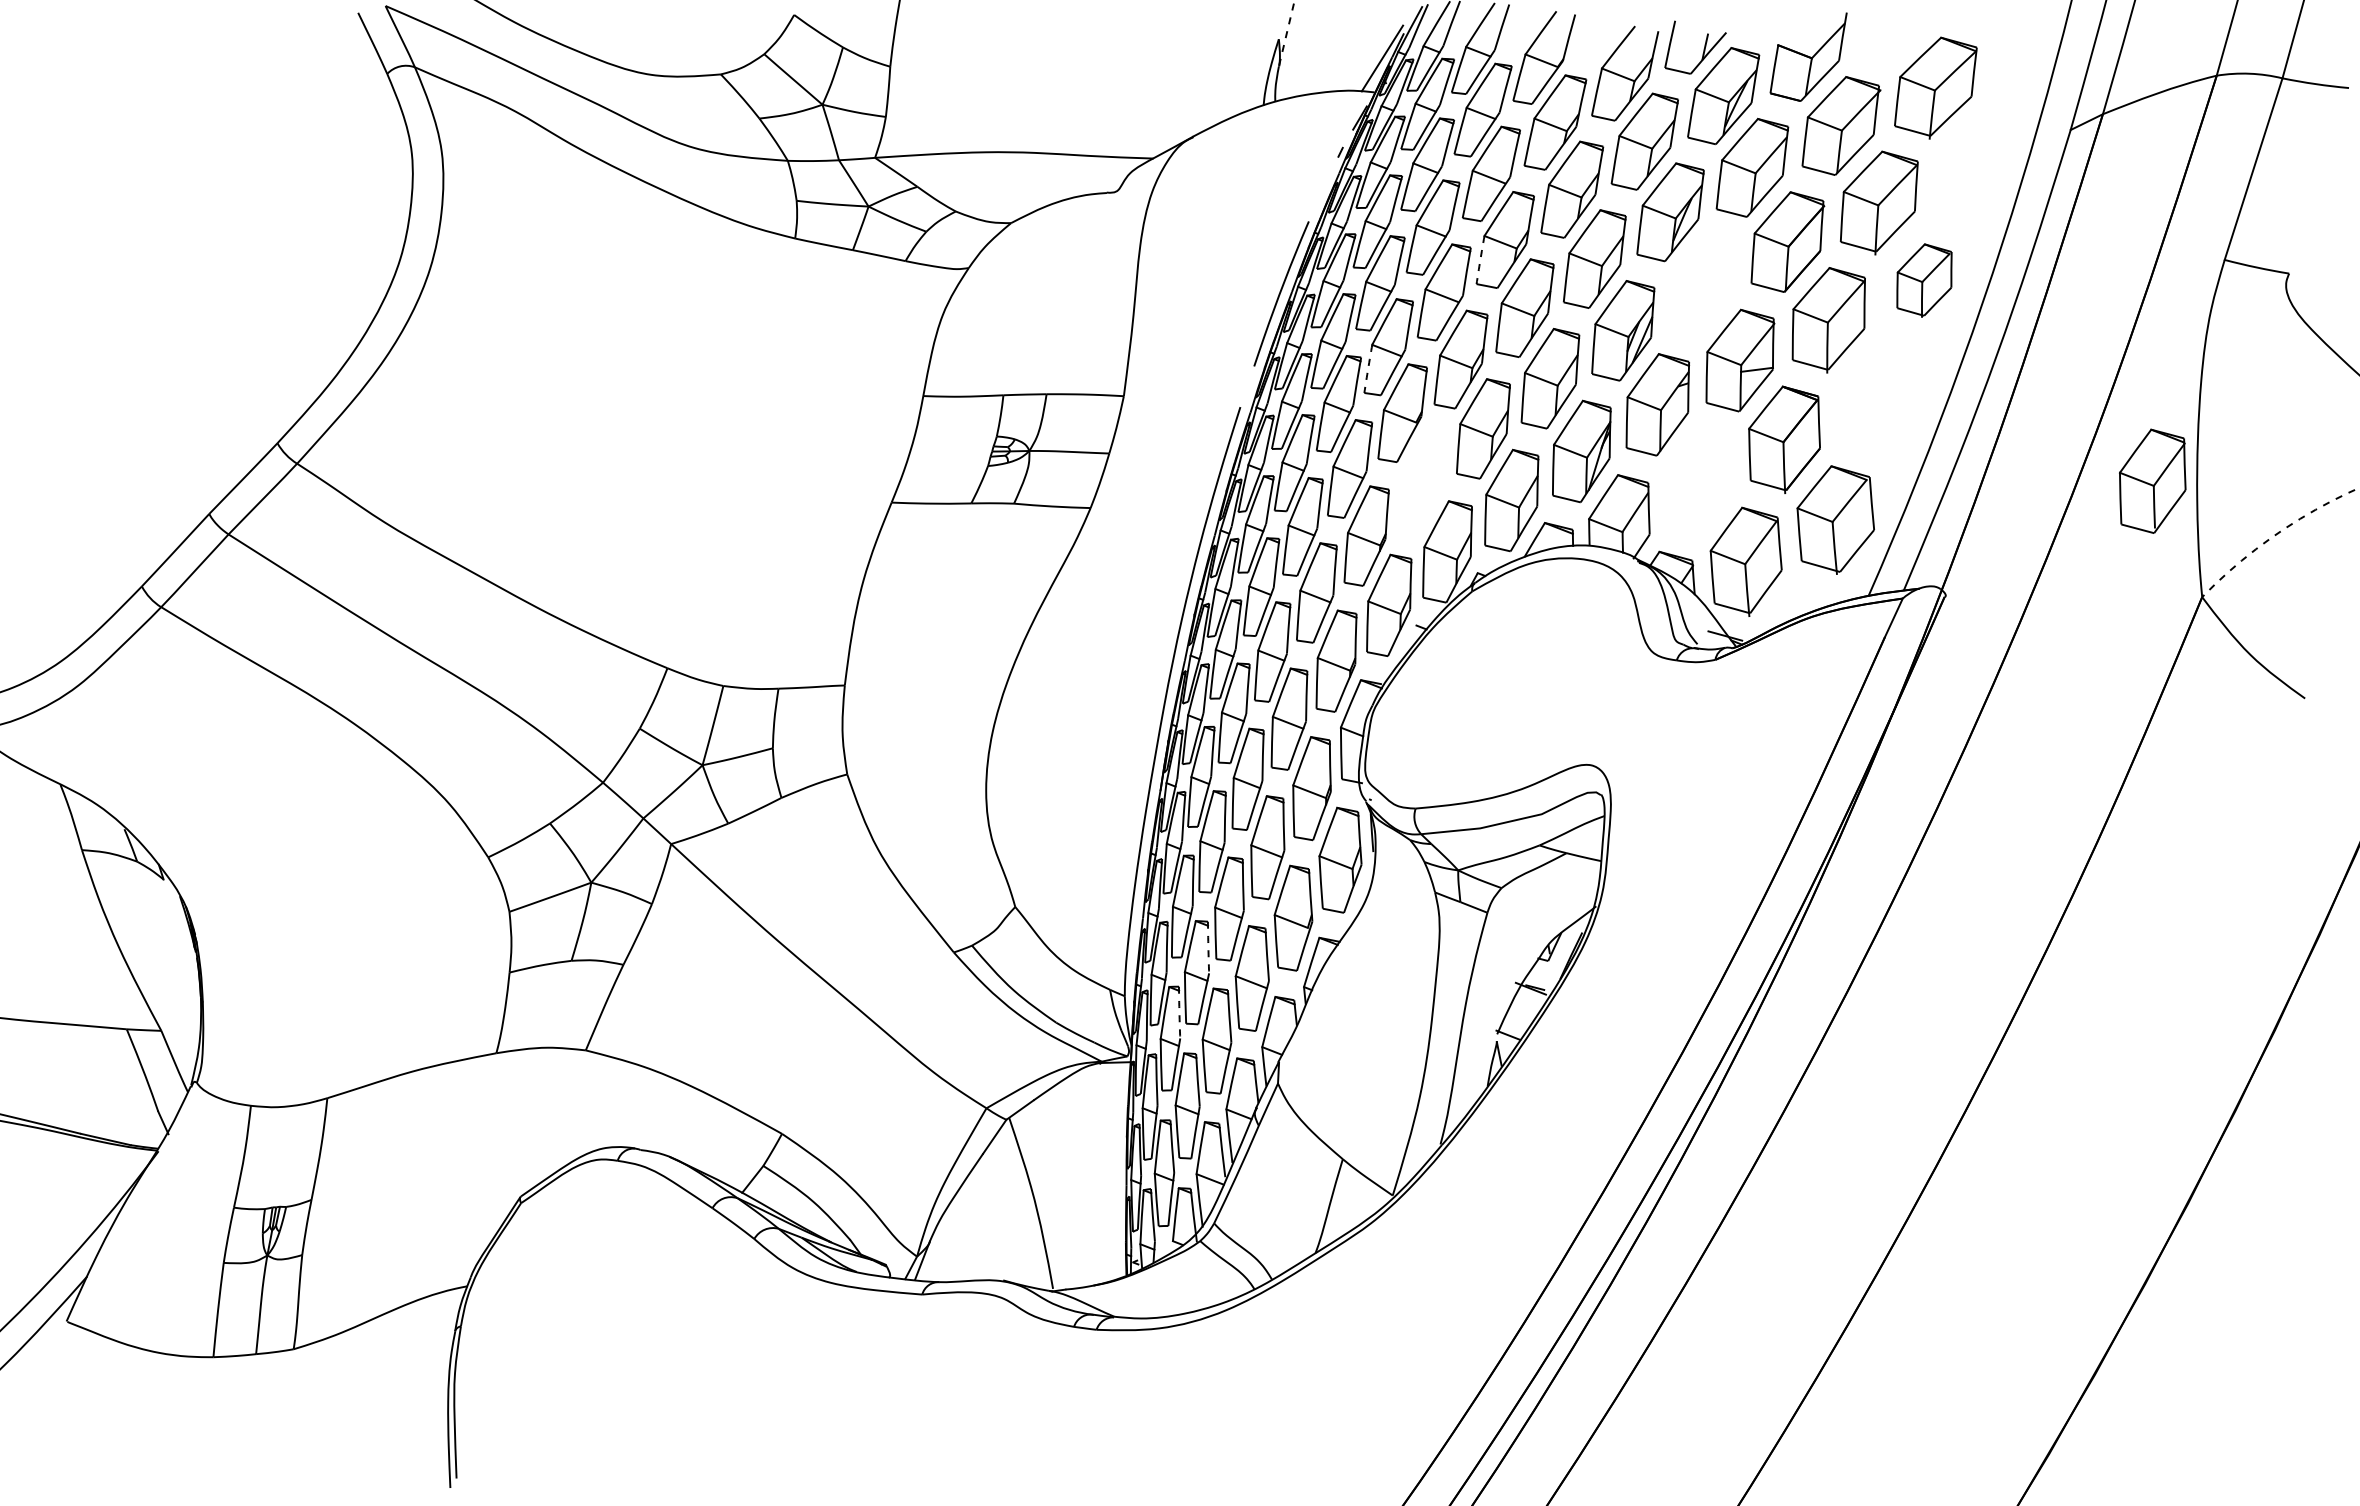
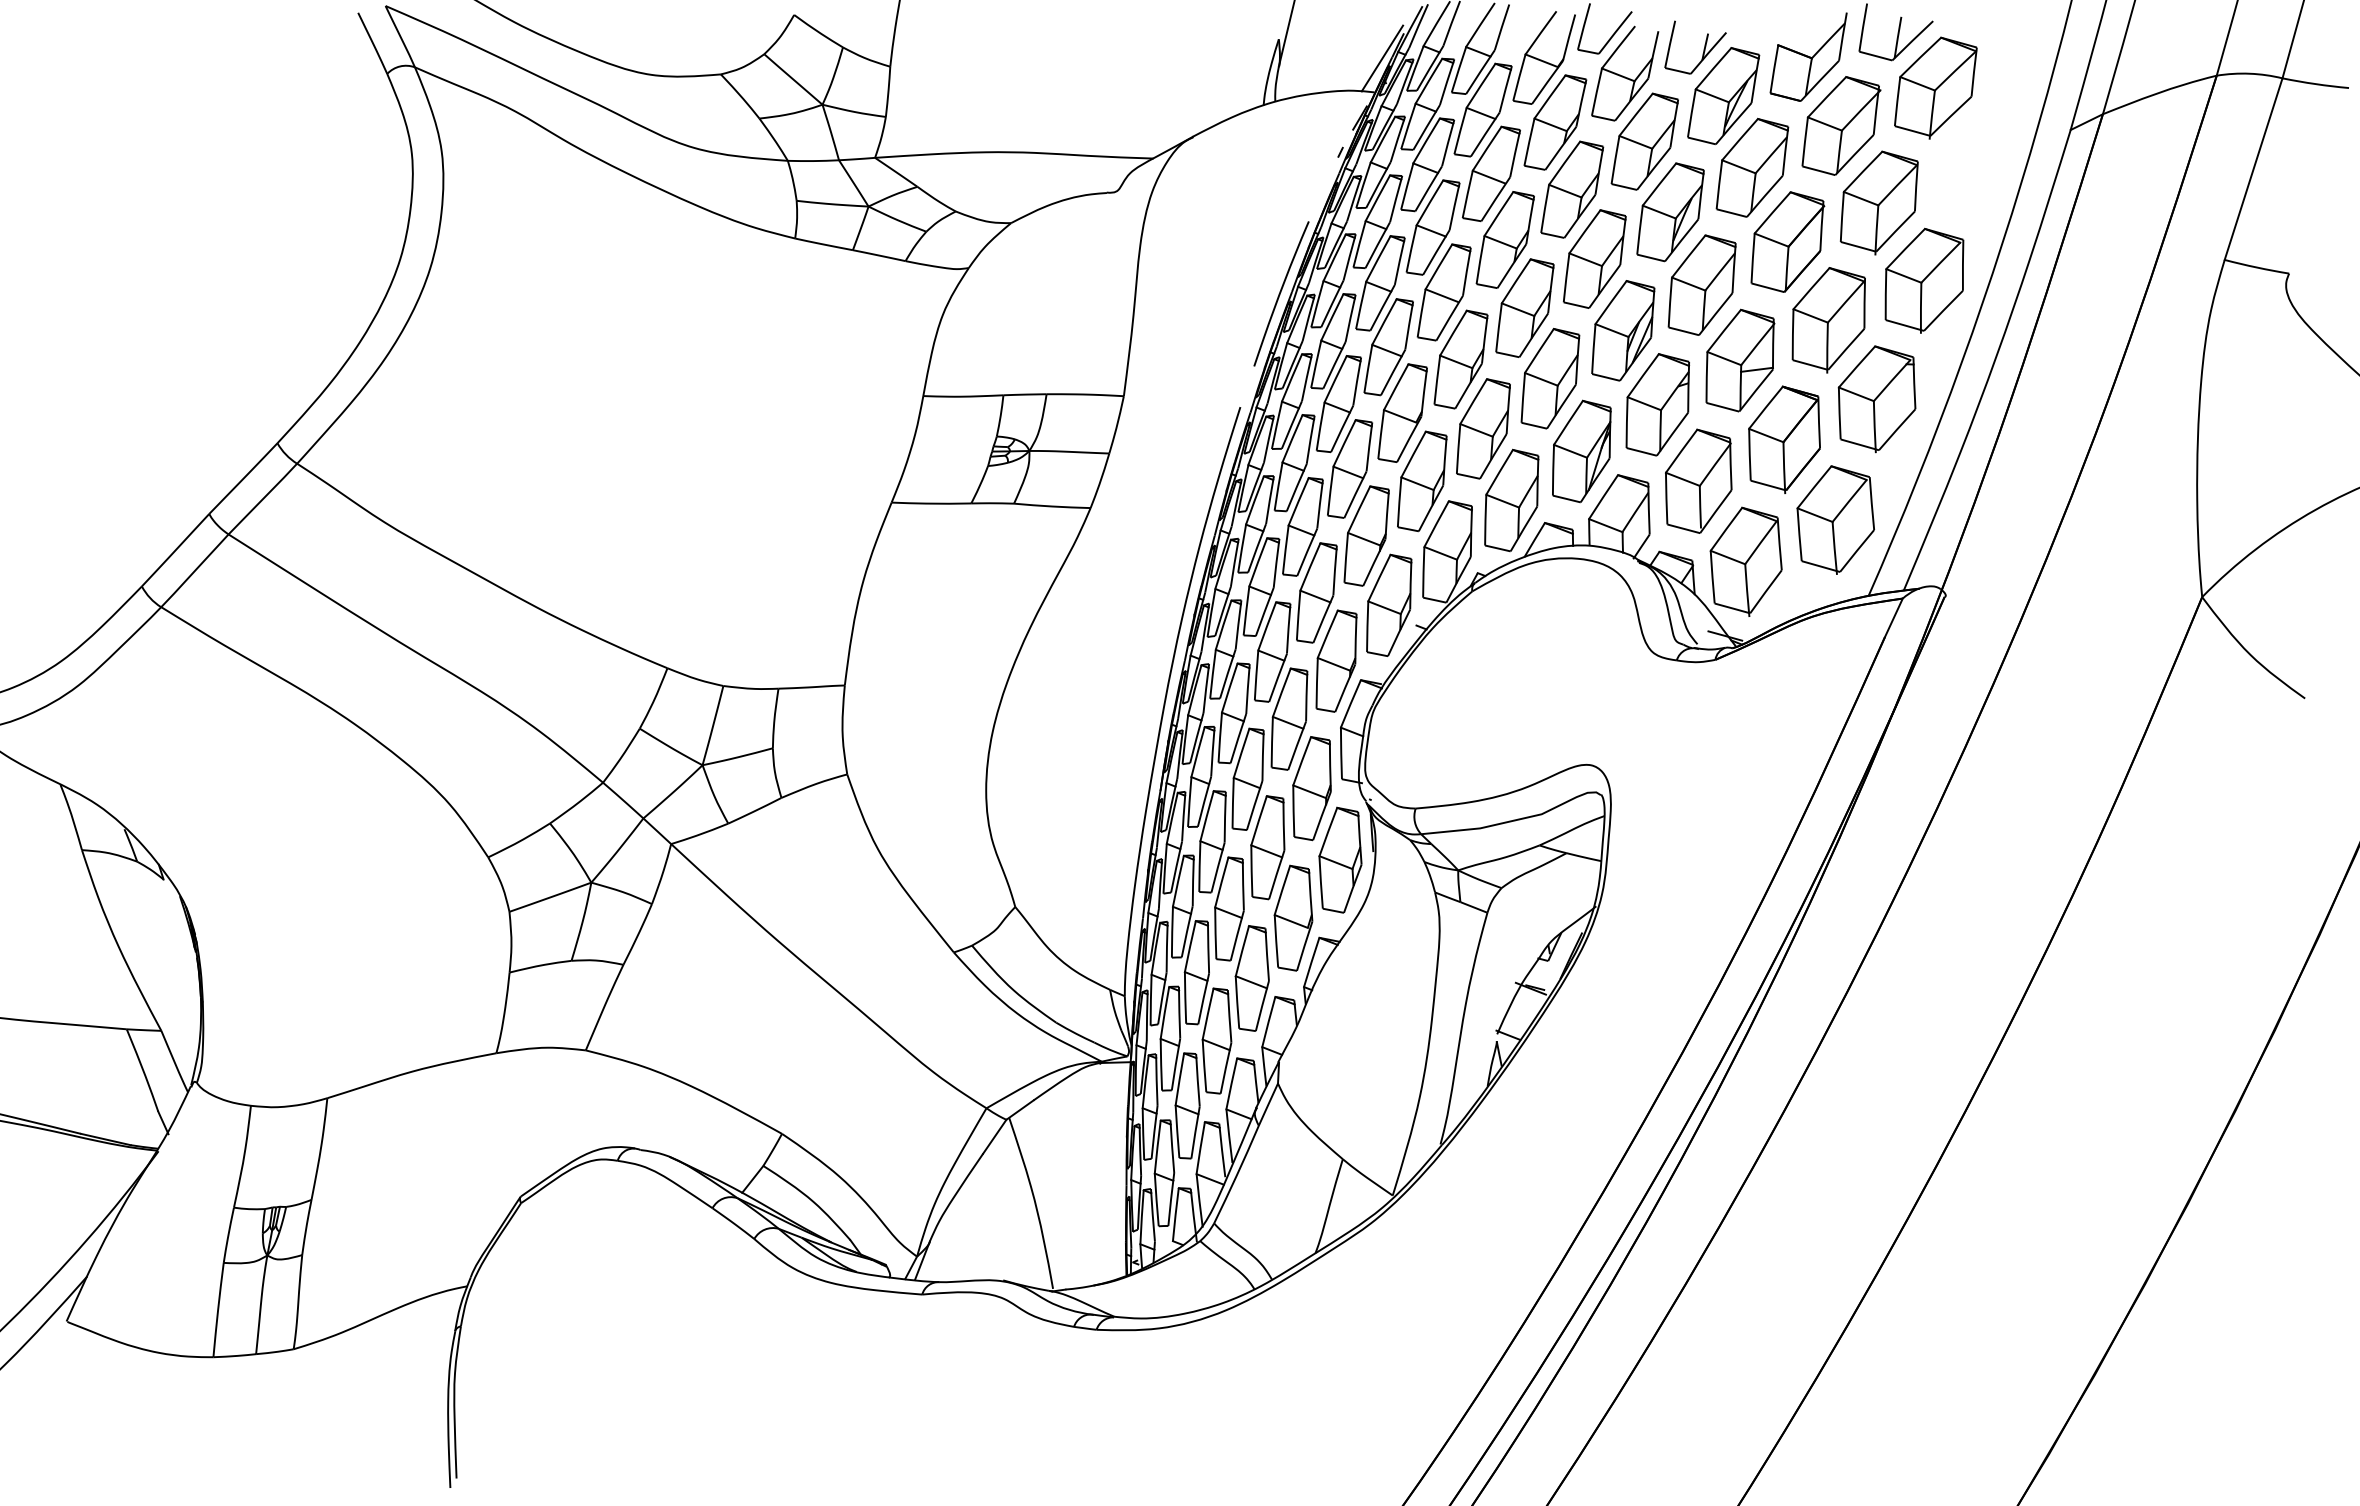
part at (1895, 32): none -> present
line at (1286, 33): dashed -> solid
part at (1611, 35): none -> present
arc at (1480, 260): dashed -> solid
part at (1924, 280) size: 57x75 px -> 81x107 px
part at (1701, 284): none -> present
arc at (1368, 368): dashed -> solid
part at (1876, 399): none -> present
part at (2152, 480) position: (2152, 480) -> (1698, 480)
part at (1422, 481): none -> present
arc at (2274, 535): dashed -> solid
arc at (1208, 947): dashed -> solid
arc at (1179, 1012): dashed -> solid
